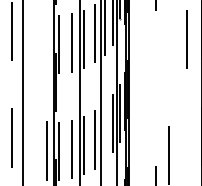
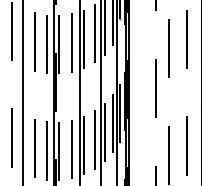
line at (34, 41): none -> present
line at (46, 44): none -> present
line at (168, 48): none -> present
line at (155, 88): none -> present
line at (104, 132): none -> present
line at (187, 145): none -> present
line at (34, 148): none -> present
